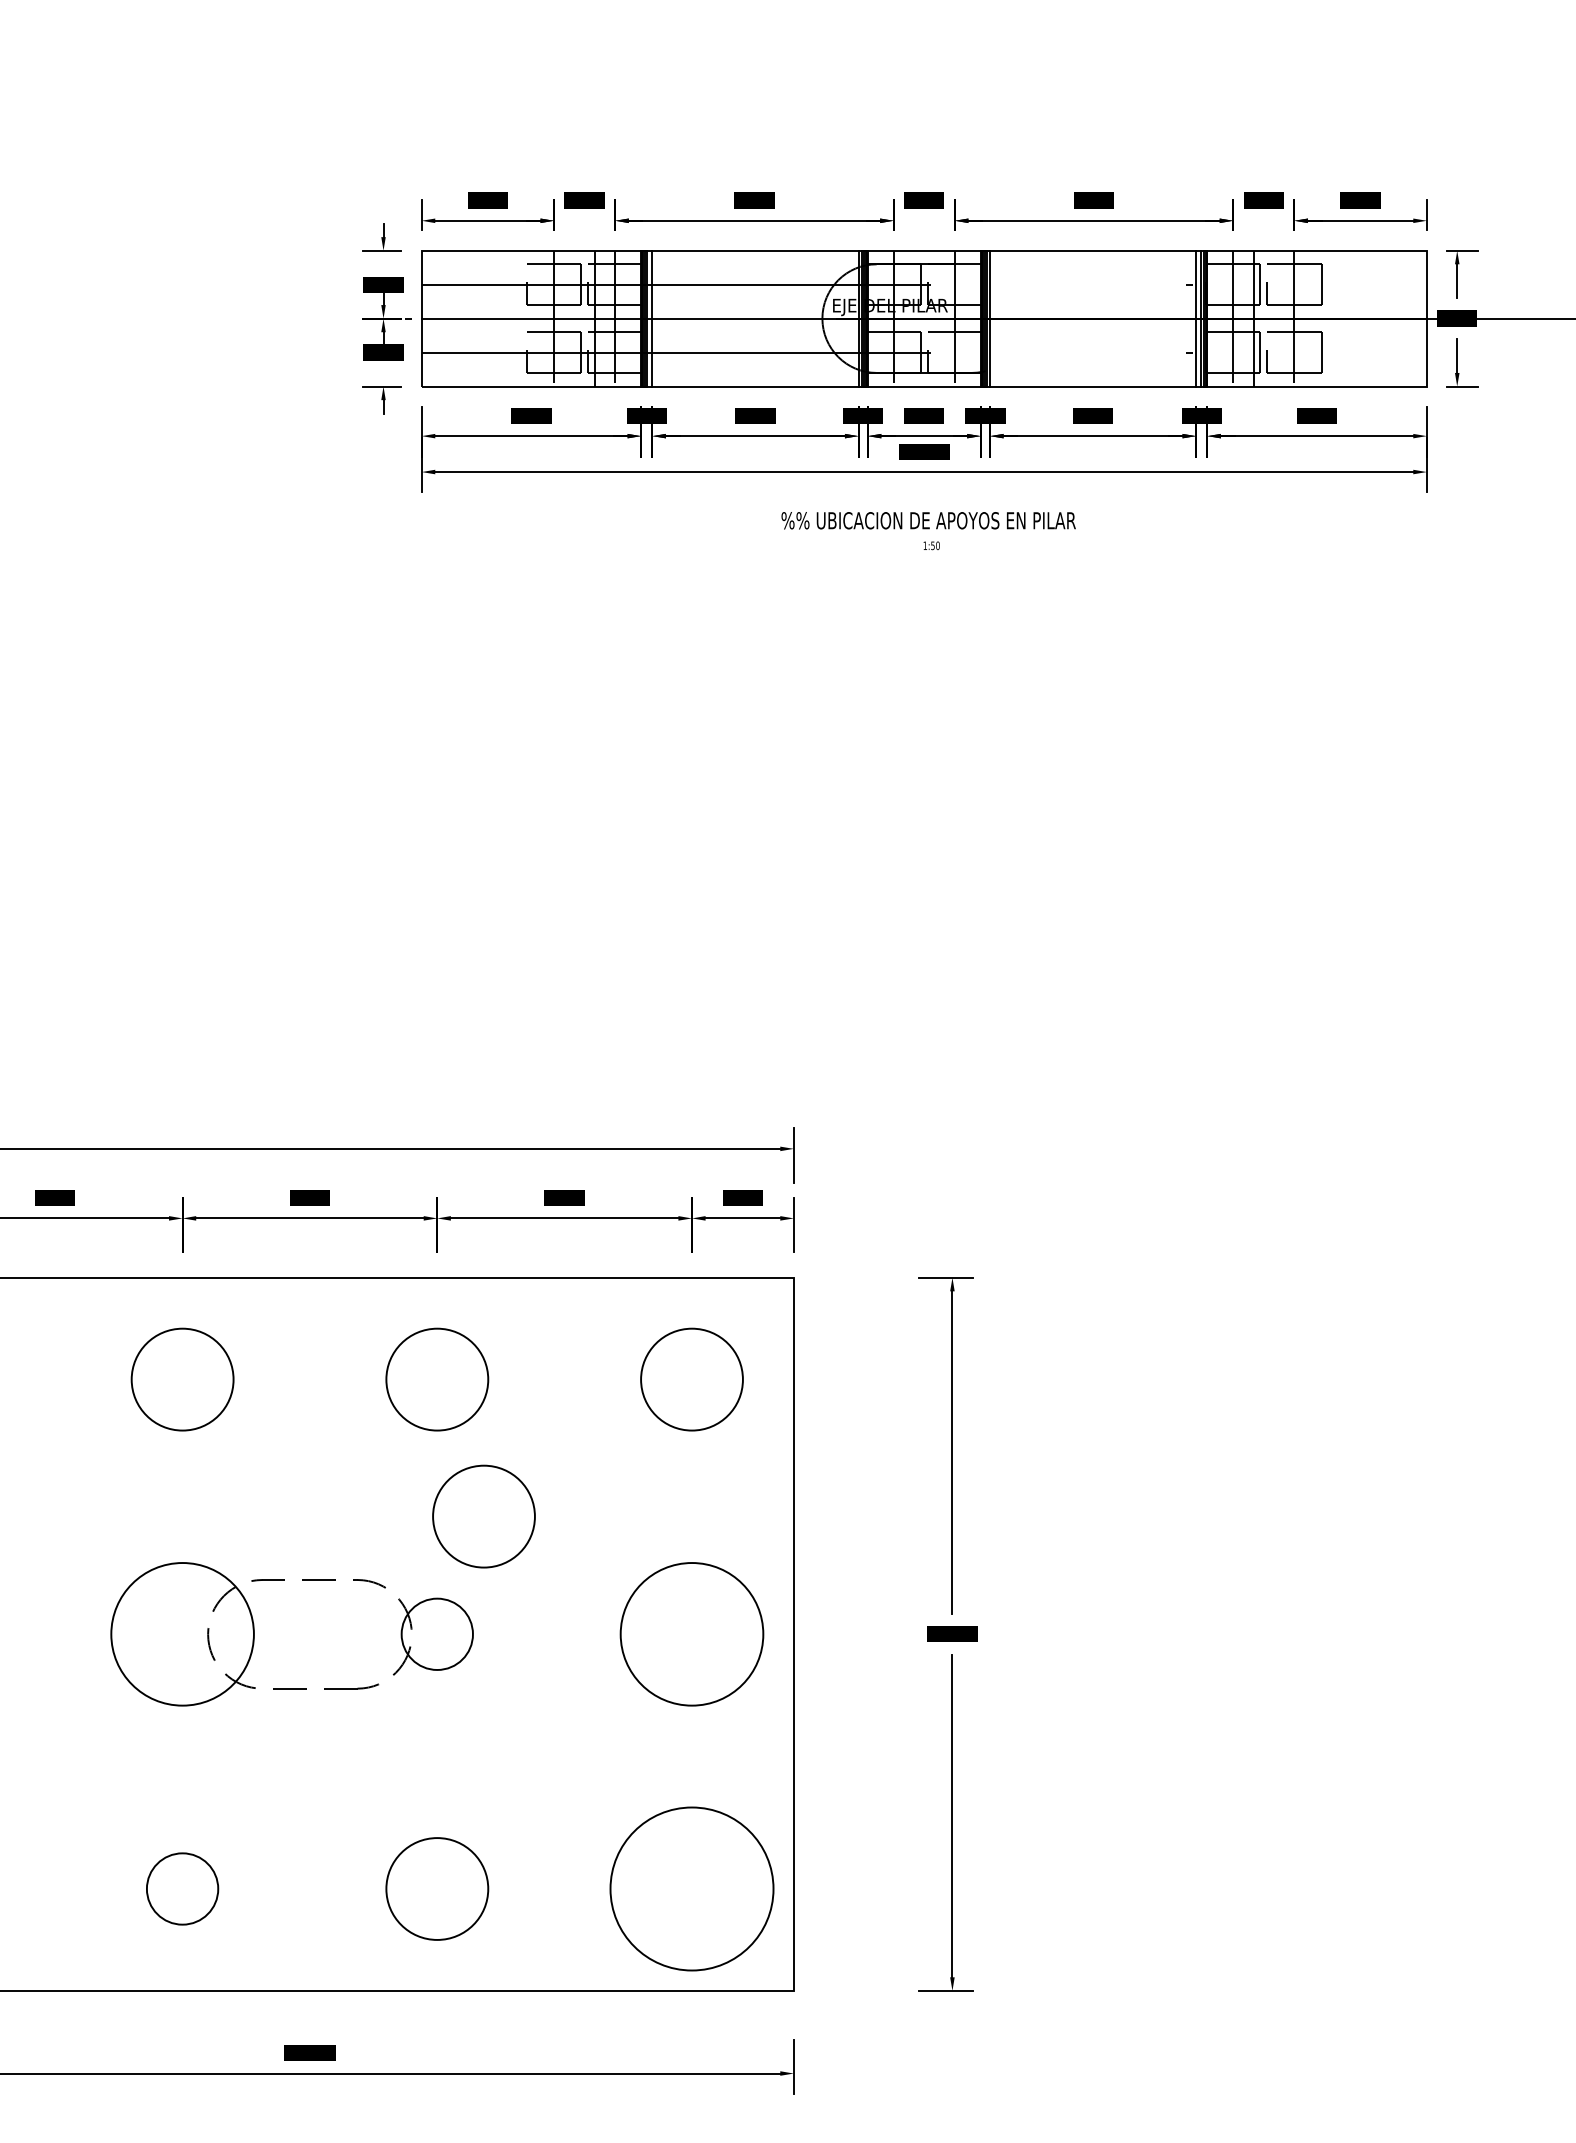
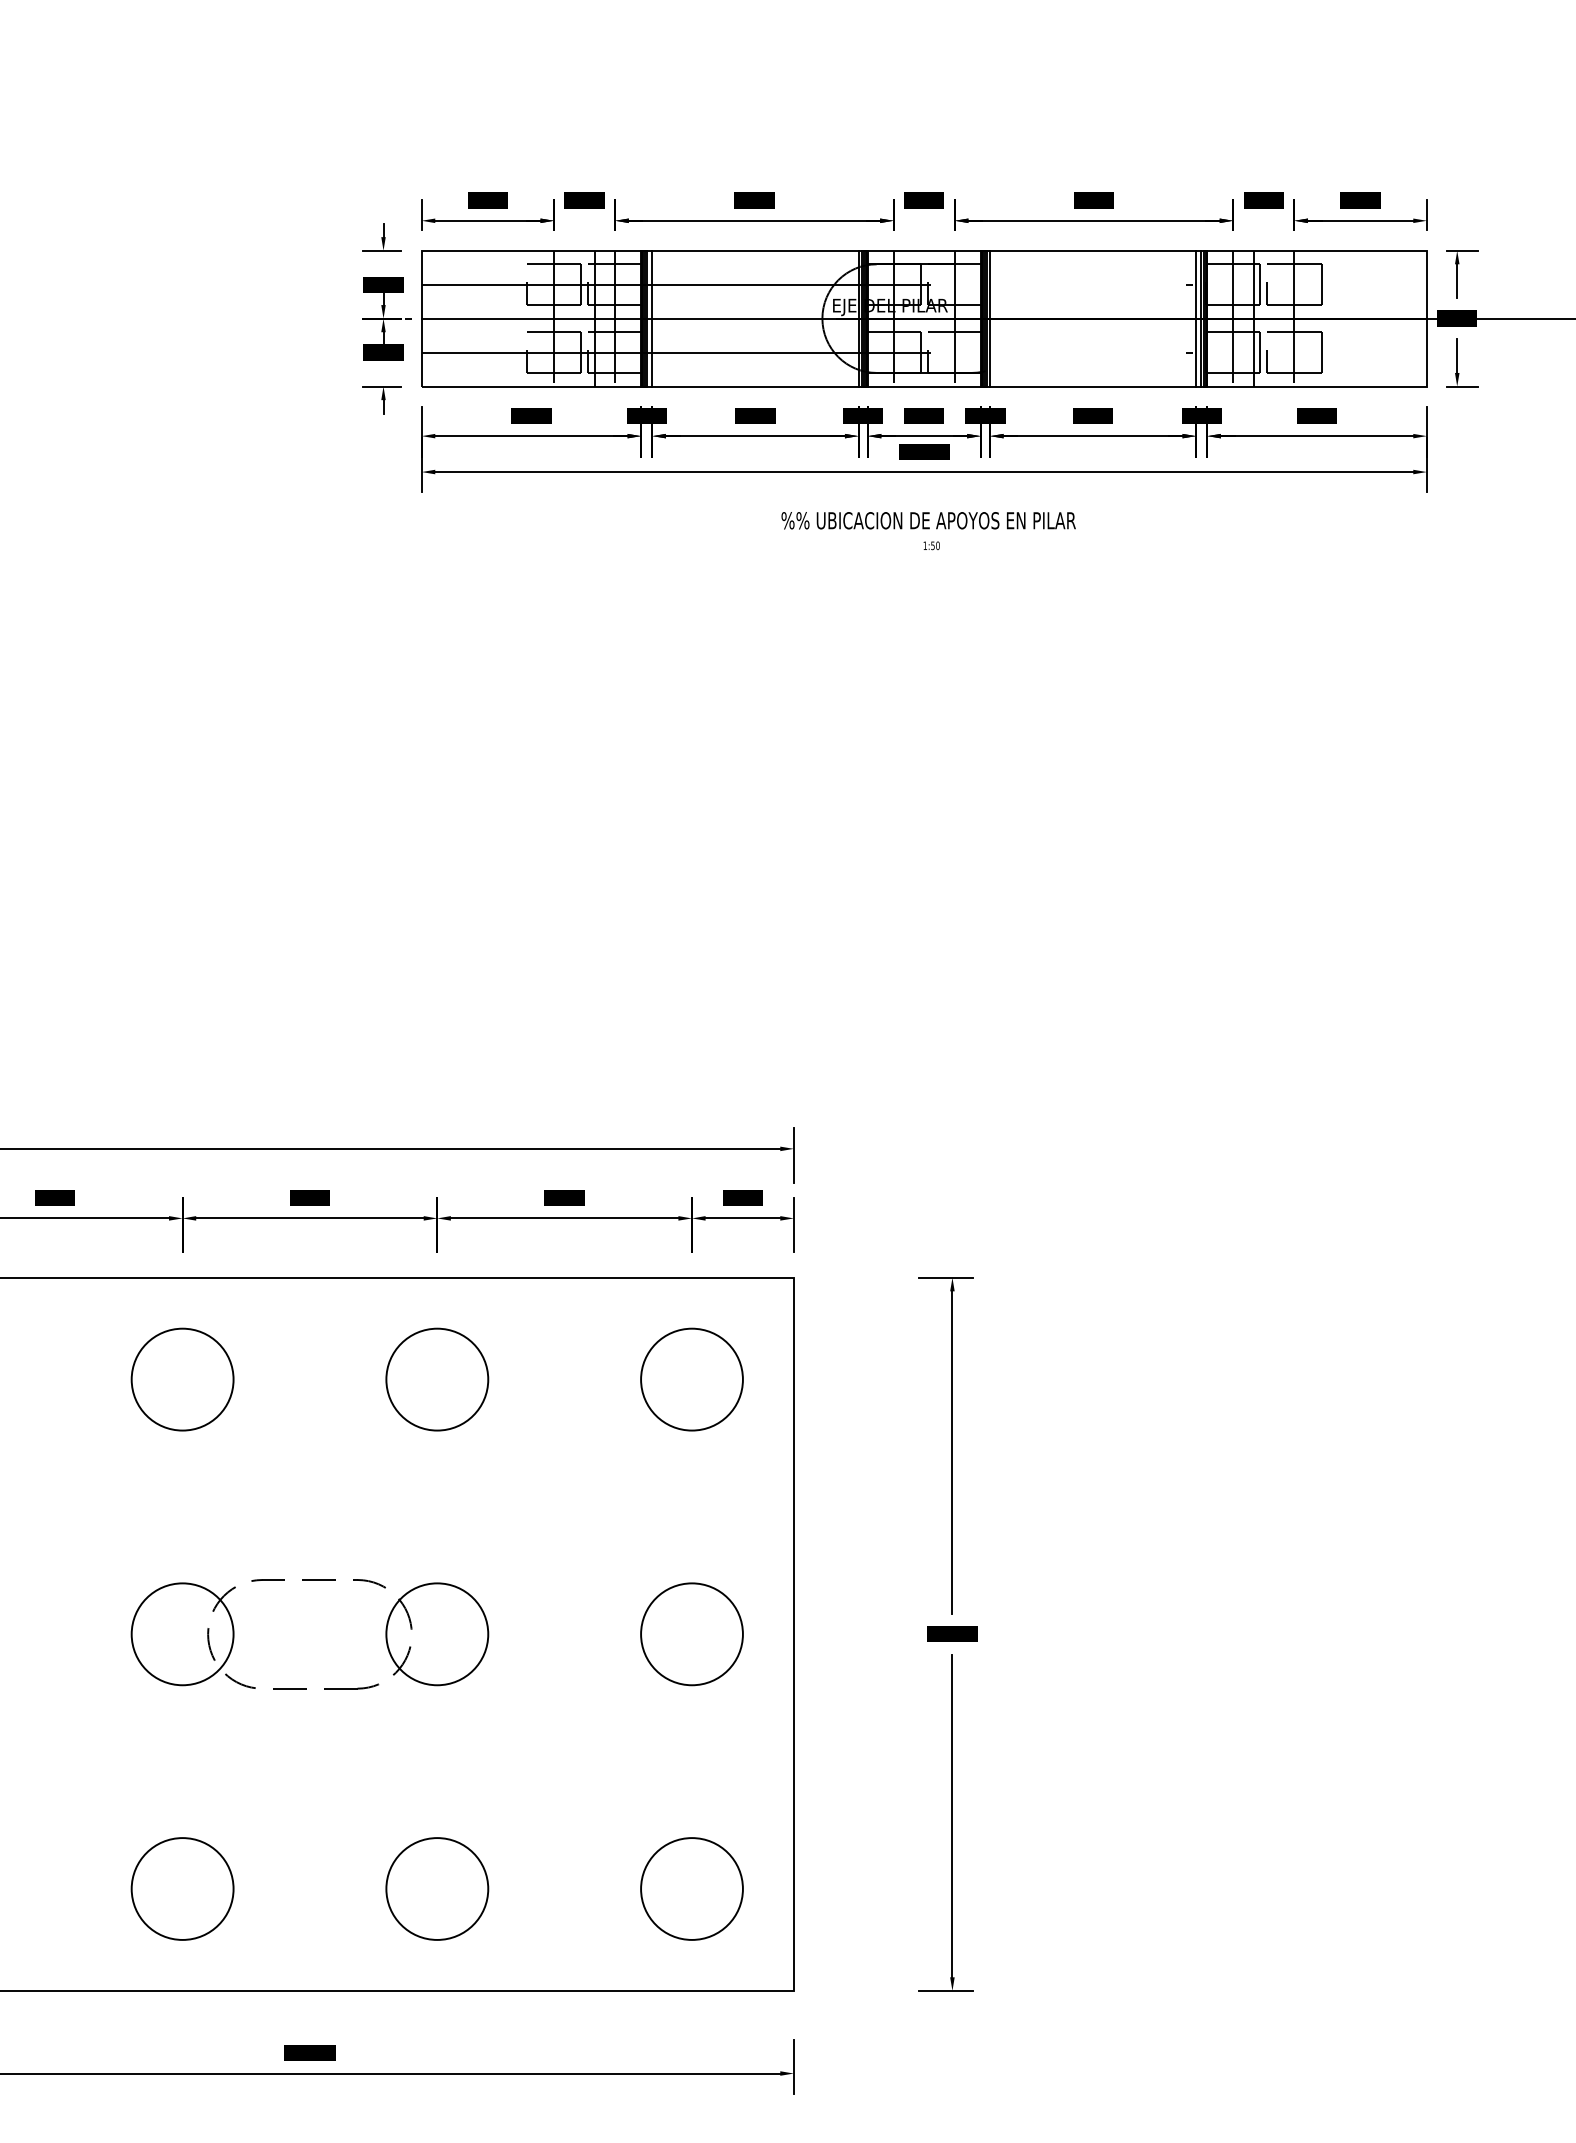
circle at (483, 1516): present -> none
circle at (436, 1633) diameter: 71 px -> 102 px
circle at (182, 1634) diameter: 143 px -> 102 px
circle at (691, 1634) diameter: 143 px -> 102 px
circle at (182, 1888) size: 74x74 px -> 105x104 px
circle at (691, 1888) diameter: 163 px -> 102 px
